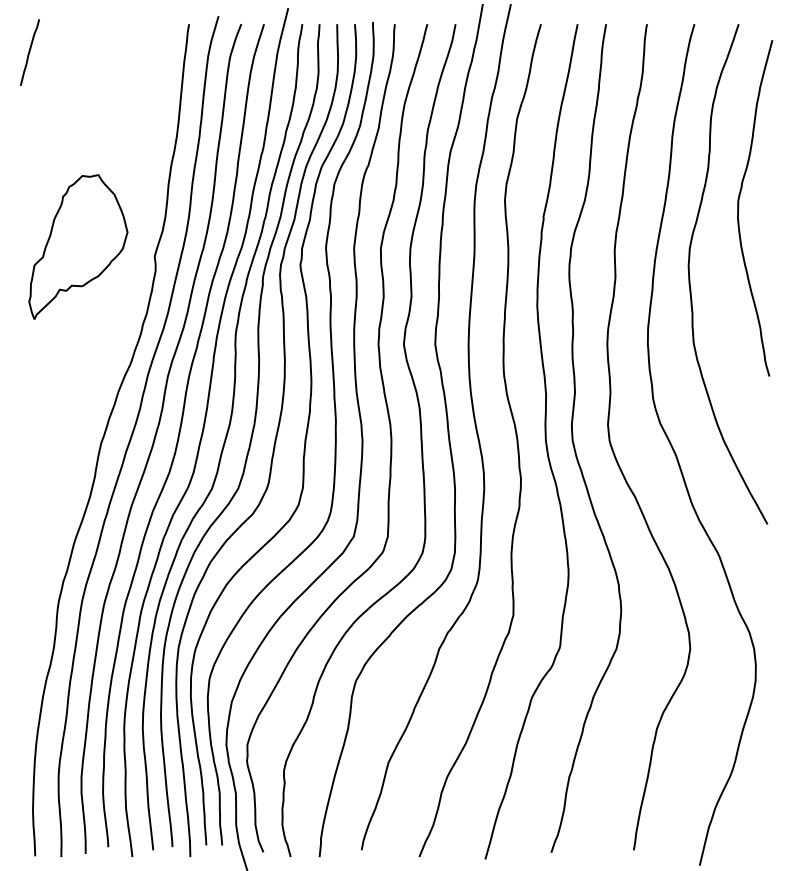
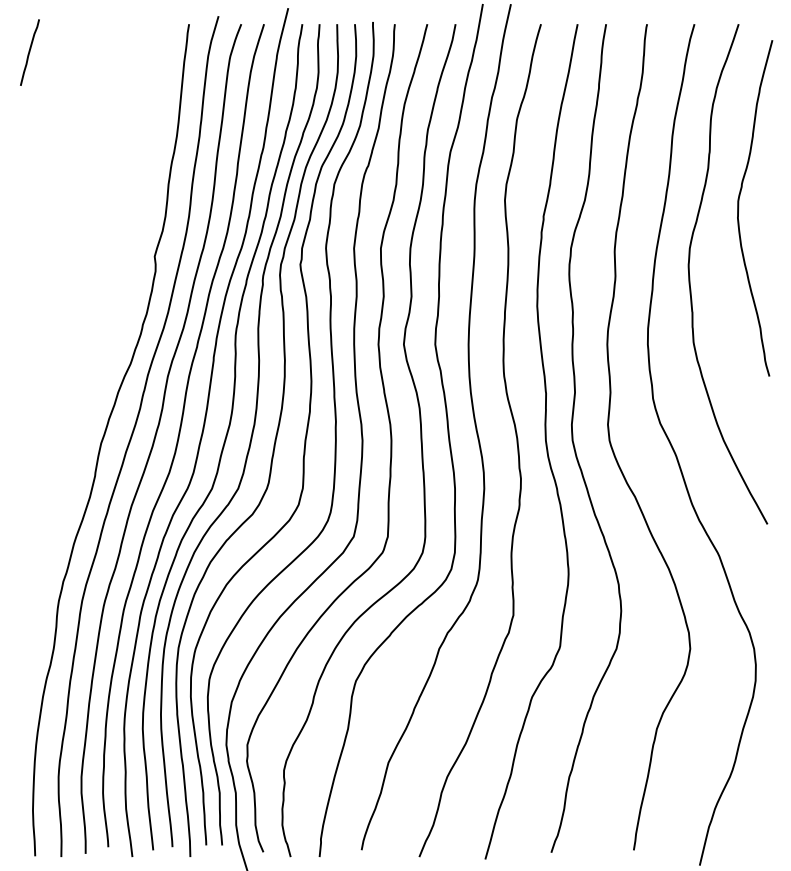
part at (78, 246): present -> none
